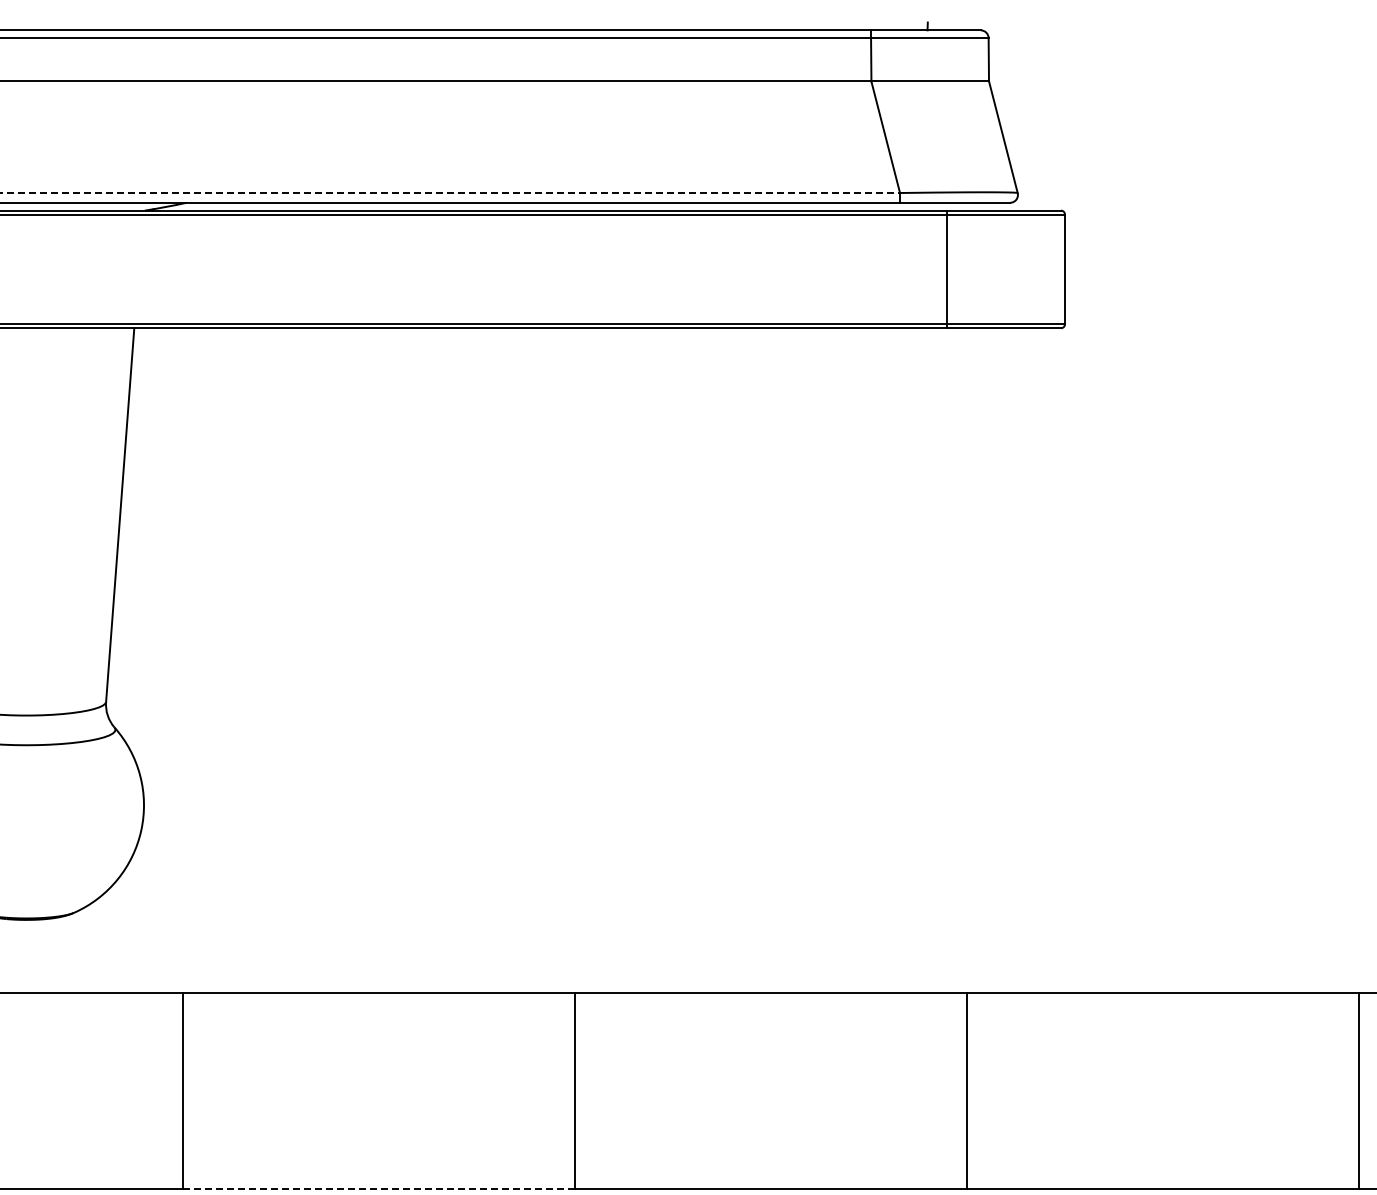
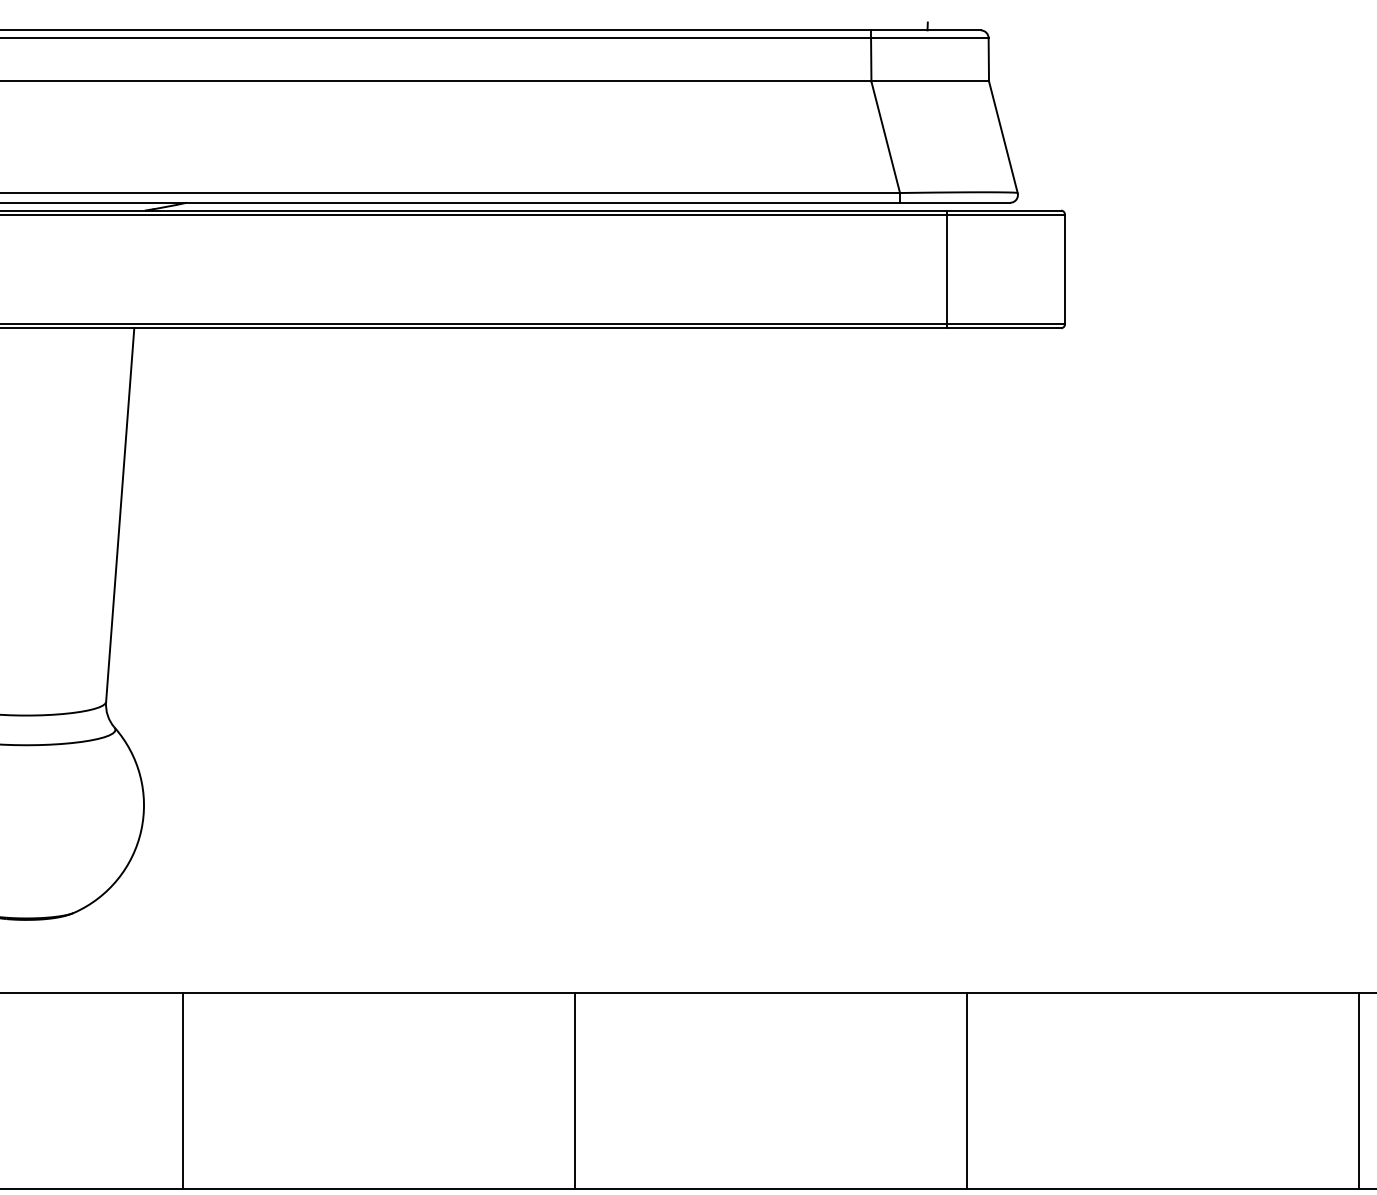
line at (450, 193): dashed -> solid
line at (379, 1188): dashed -> solid
